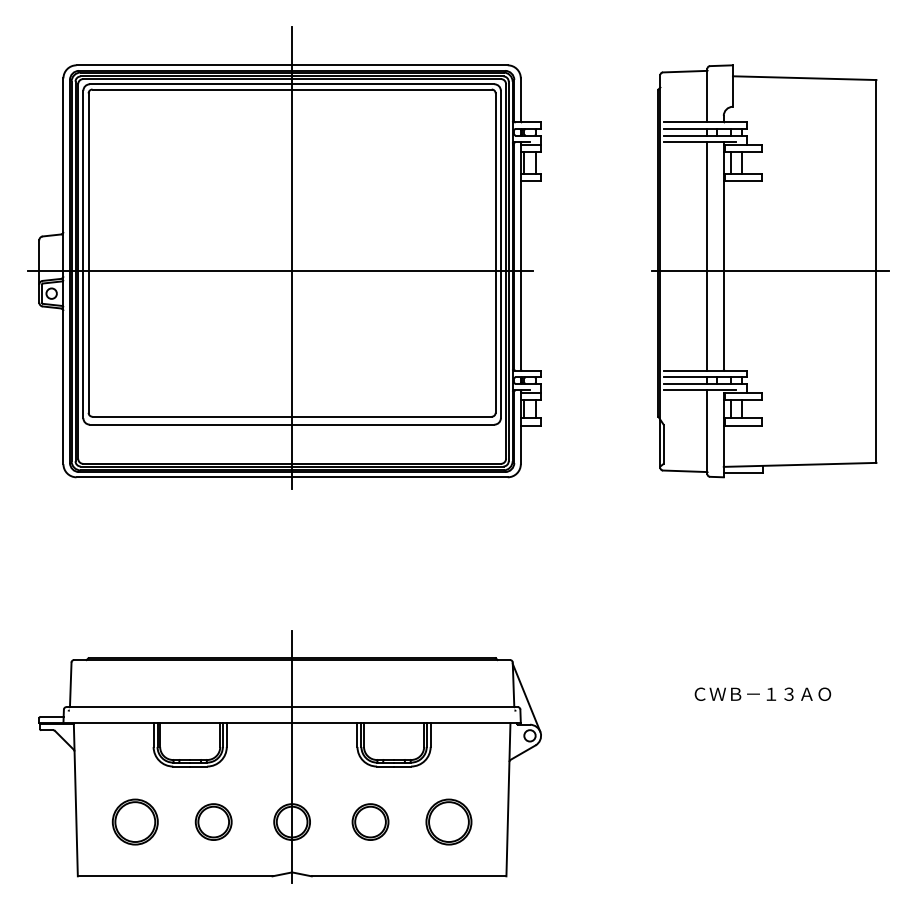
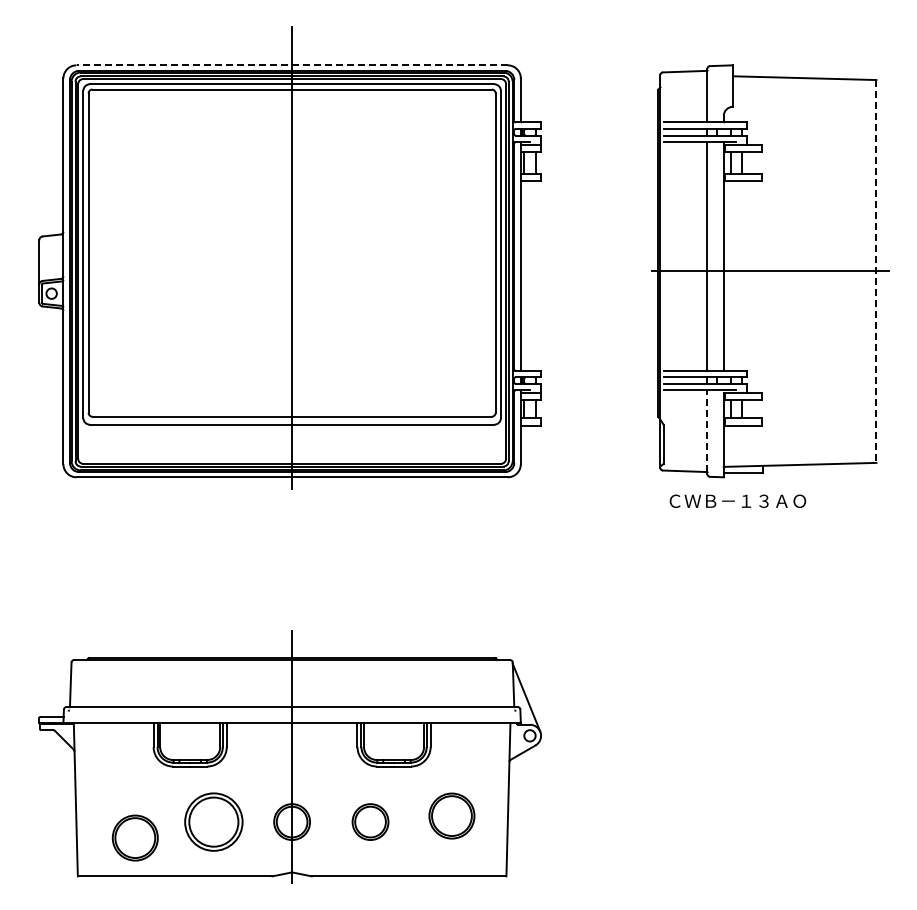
line at (292, 65): solid -> dashed
line at (279, 271): present -> none
line at (876, 271): solid -> dashed
line at (707, 431): solid -> dashed
text at (762, 693) position: (762, 693) -> (737, 500)
part at (134, 821) position: (134, 821) -> (134, 837)
part at (213, 821) size: 39x38 px -> 60x60 px
part at (448, 821) position: (448, 821) -> (451, 815)
